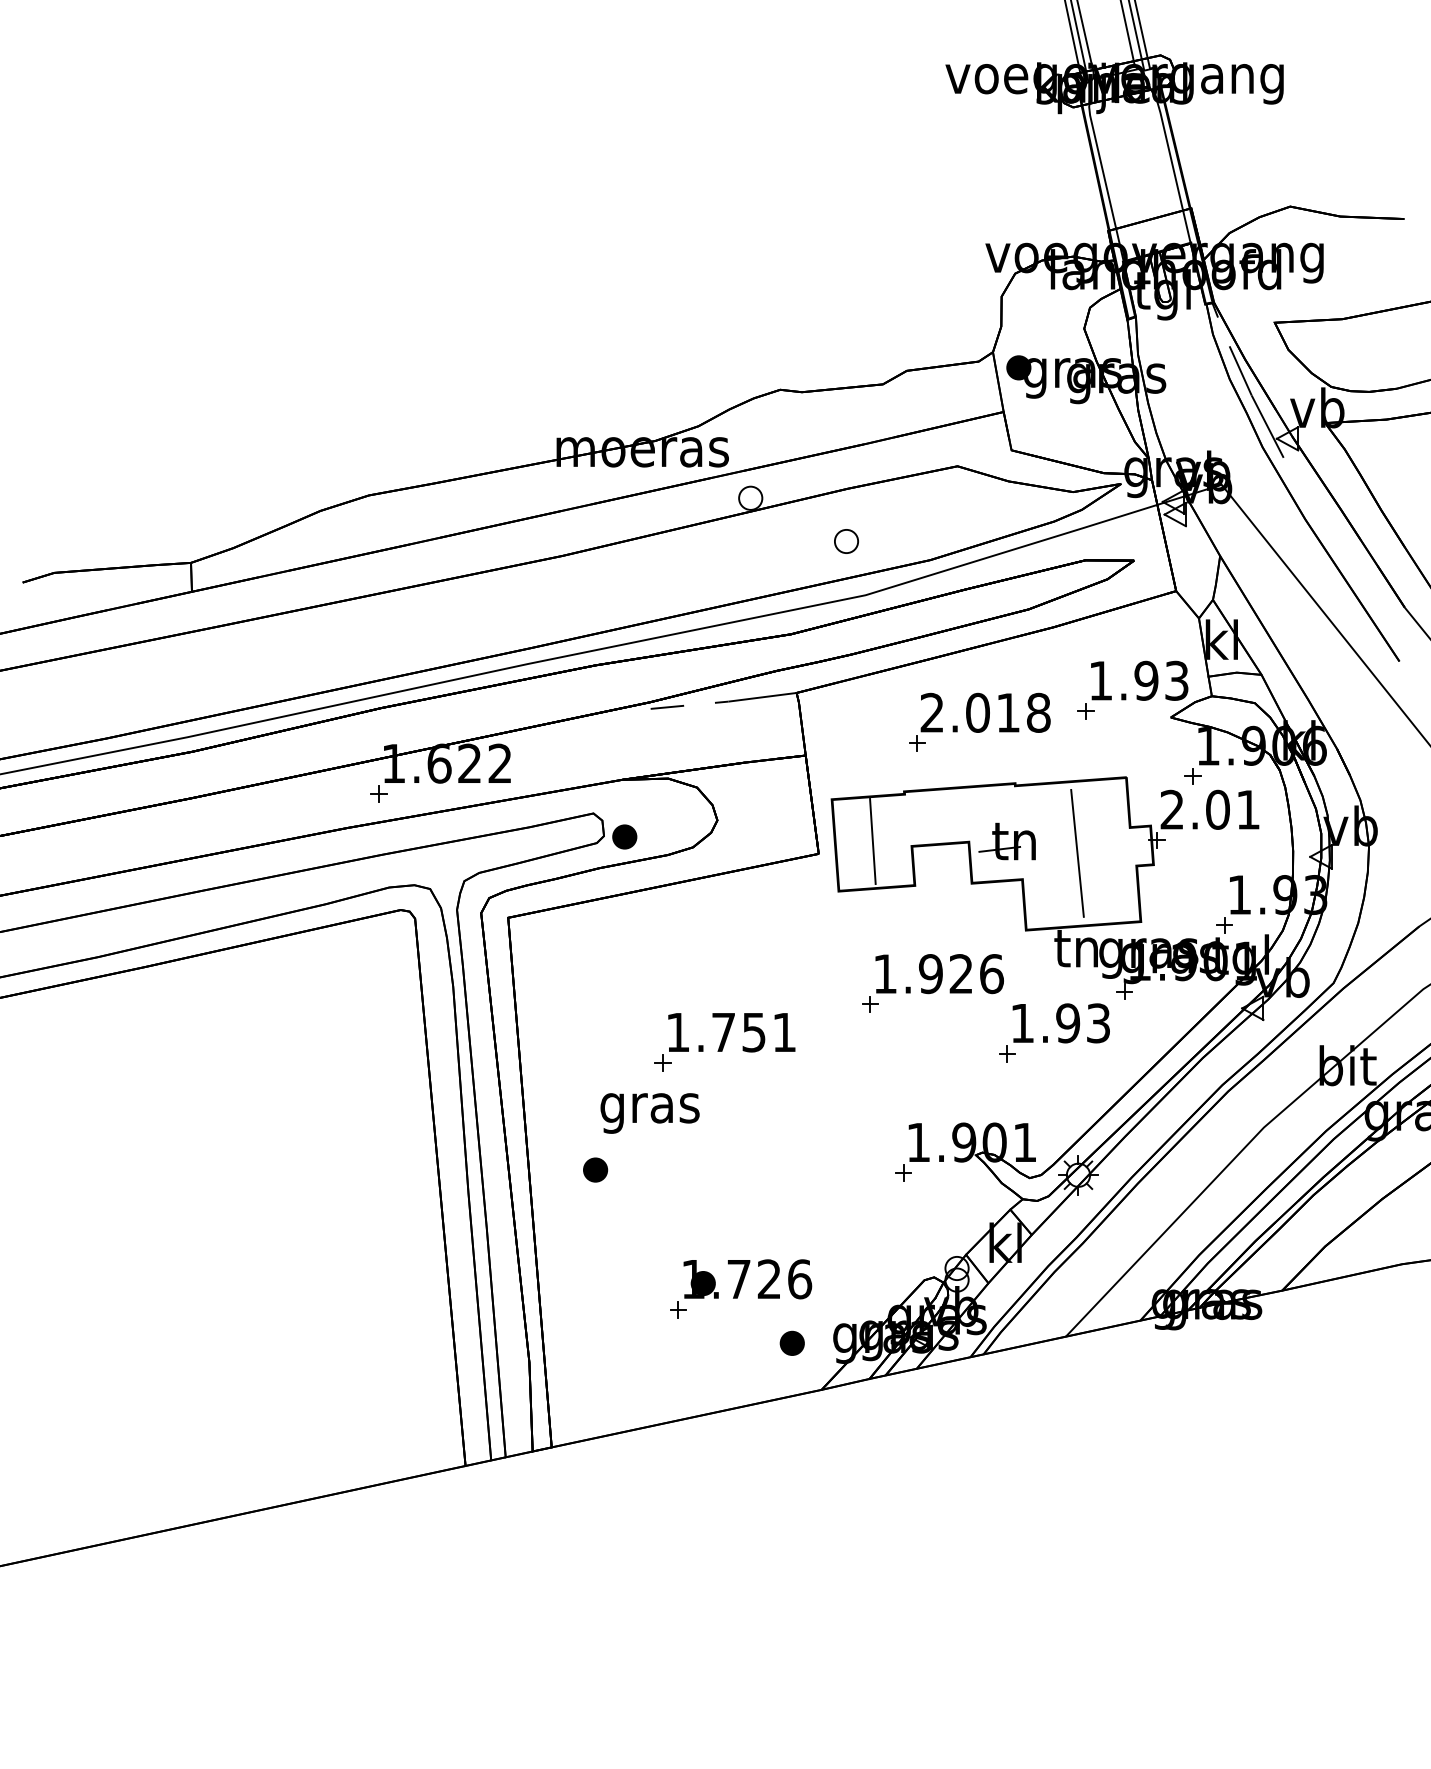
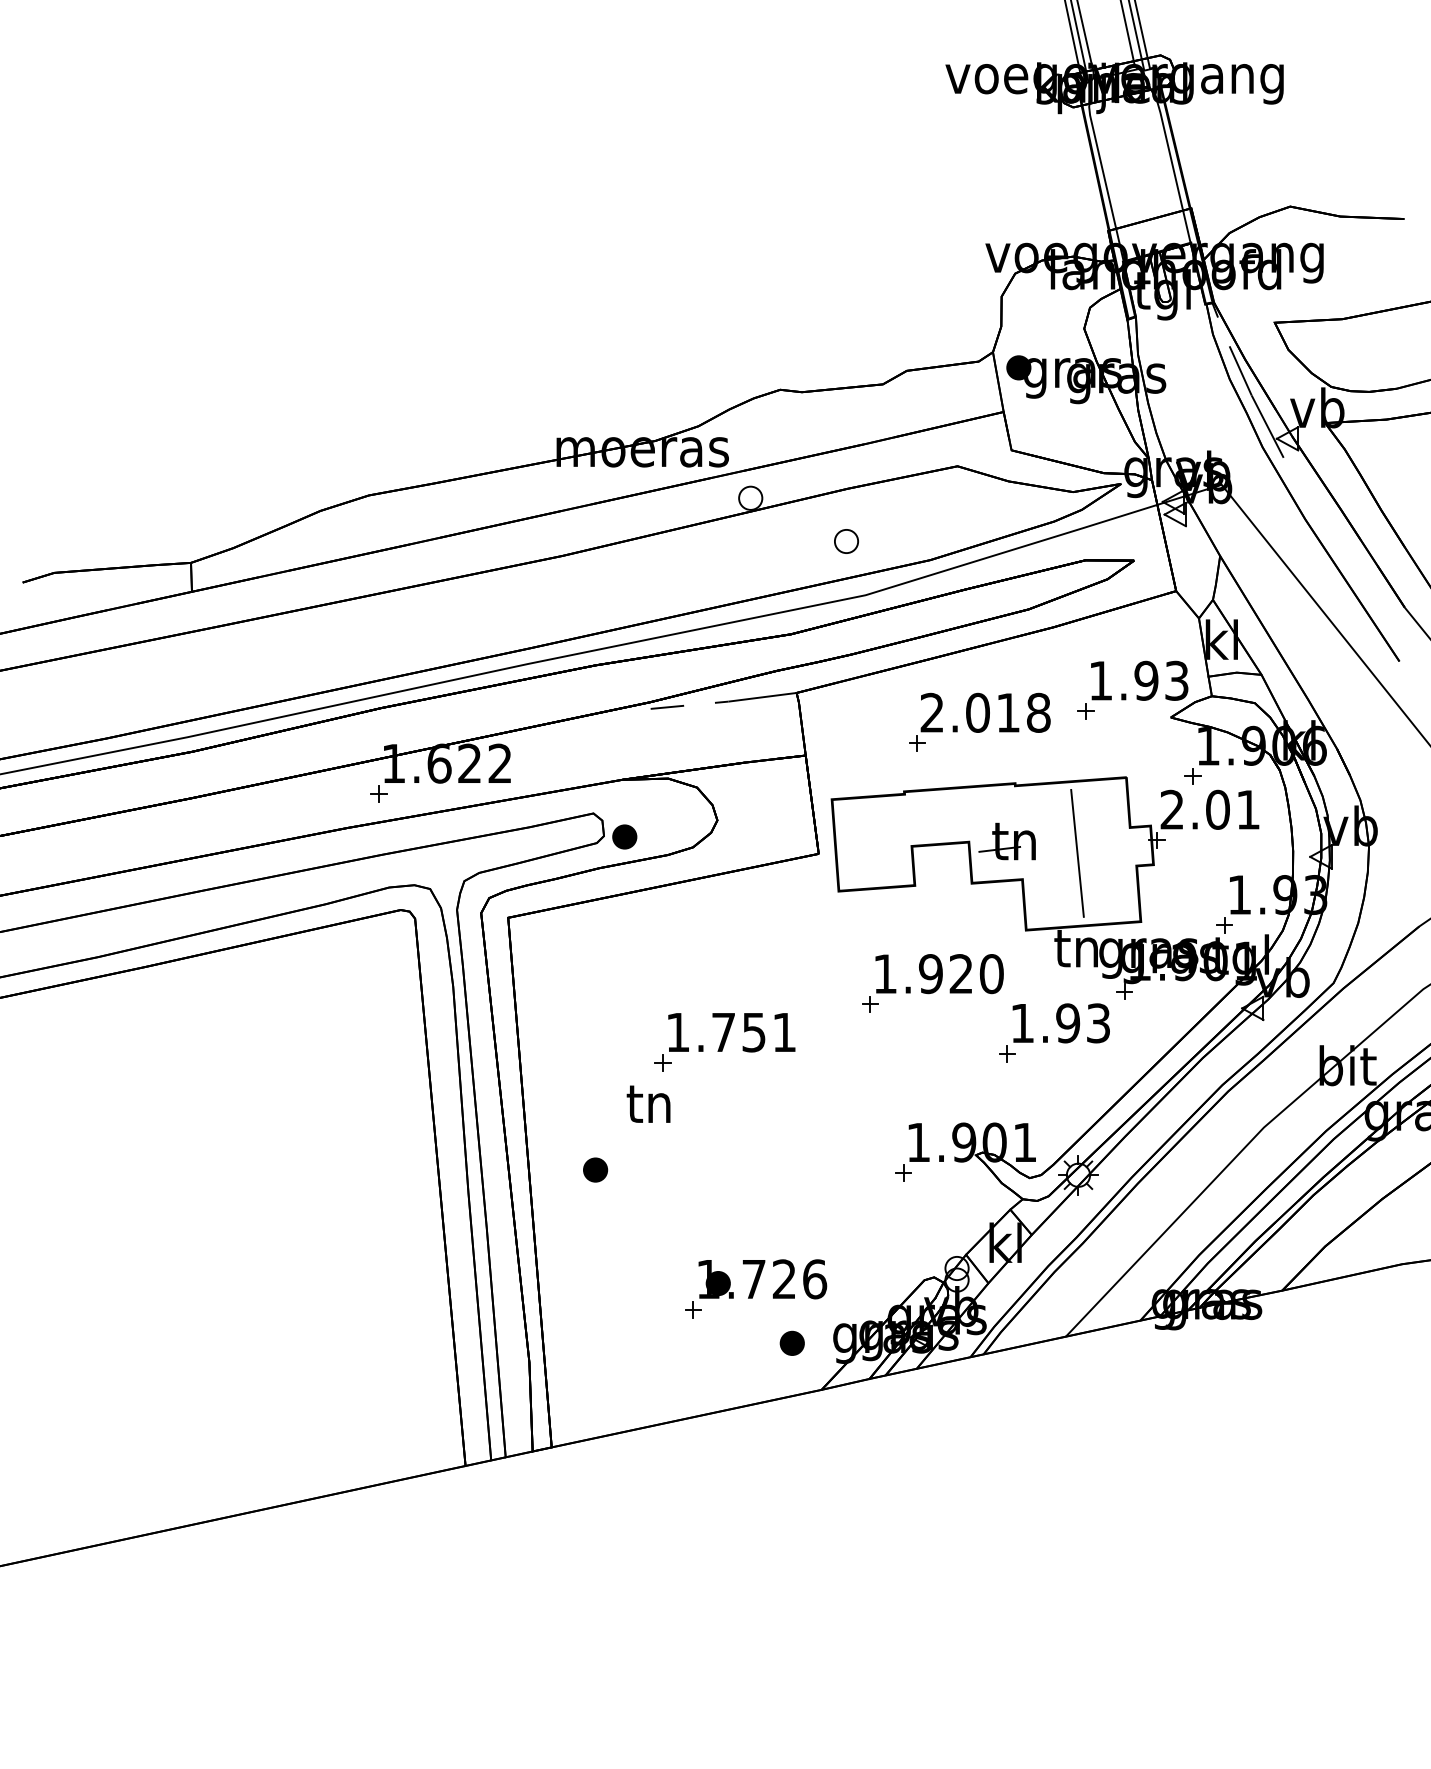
line at (872, 841): present -> none
text at (991, 973): 1.926 -> 1.920
text at (649, 1109): gras -> tn
part at (741, 1288) position: (741, 1288) -> (756, 1288)
